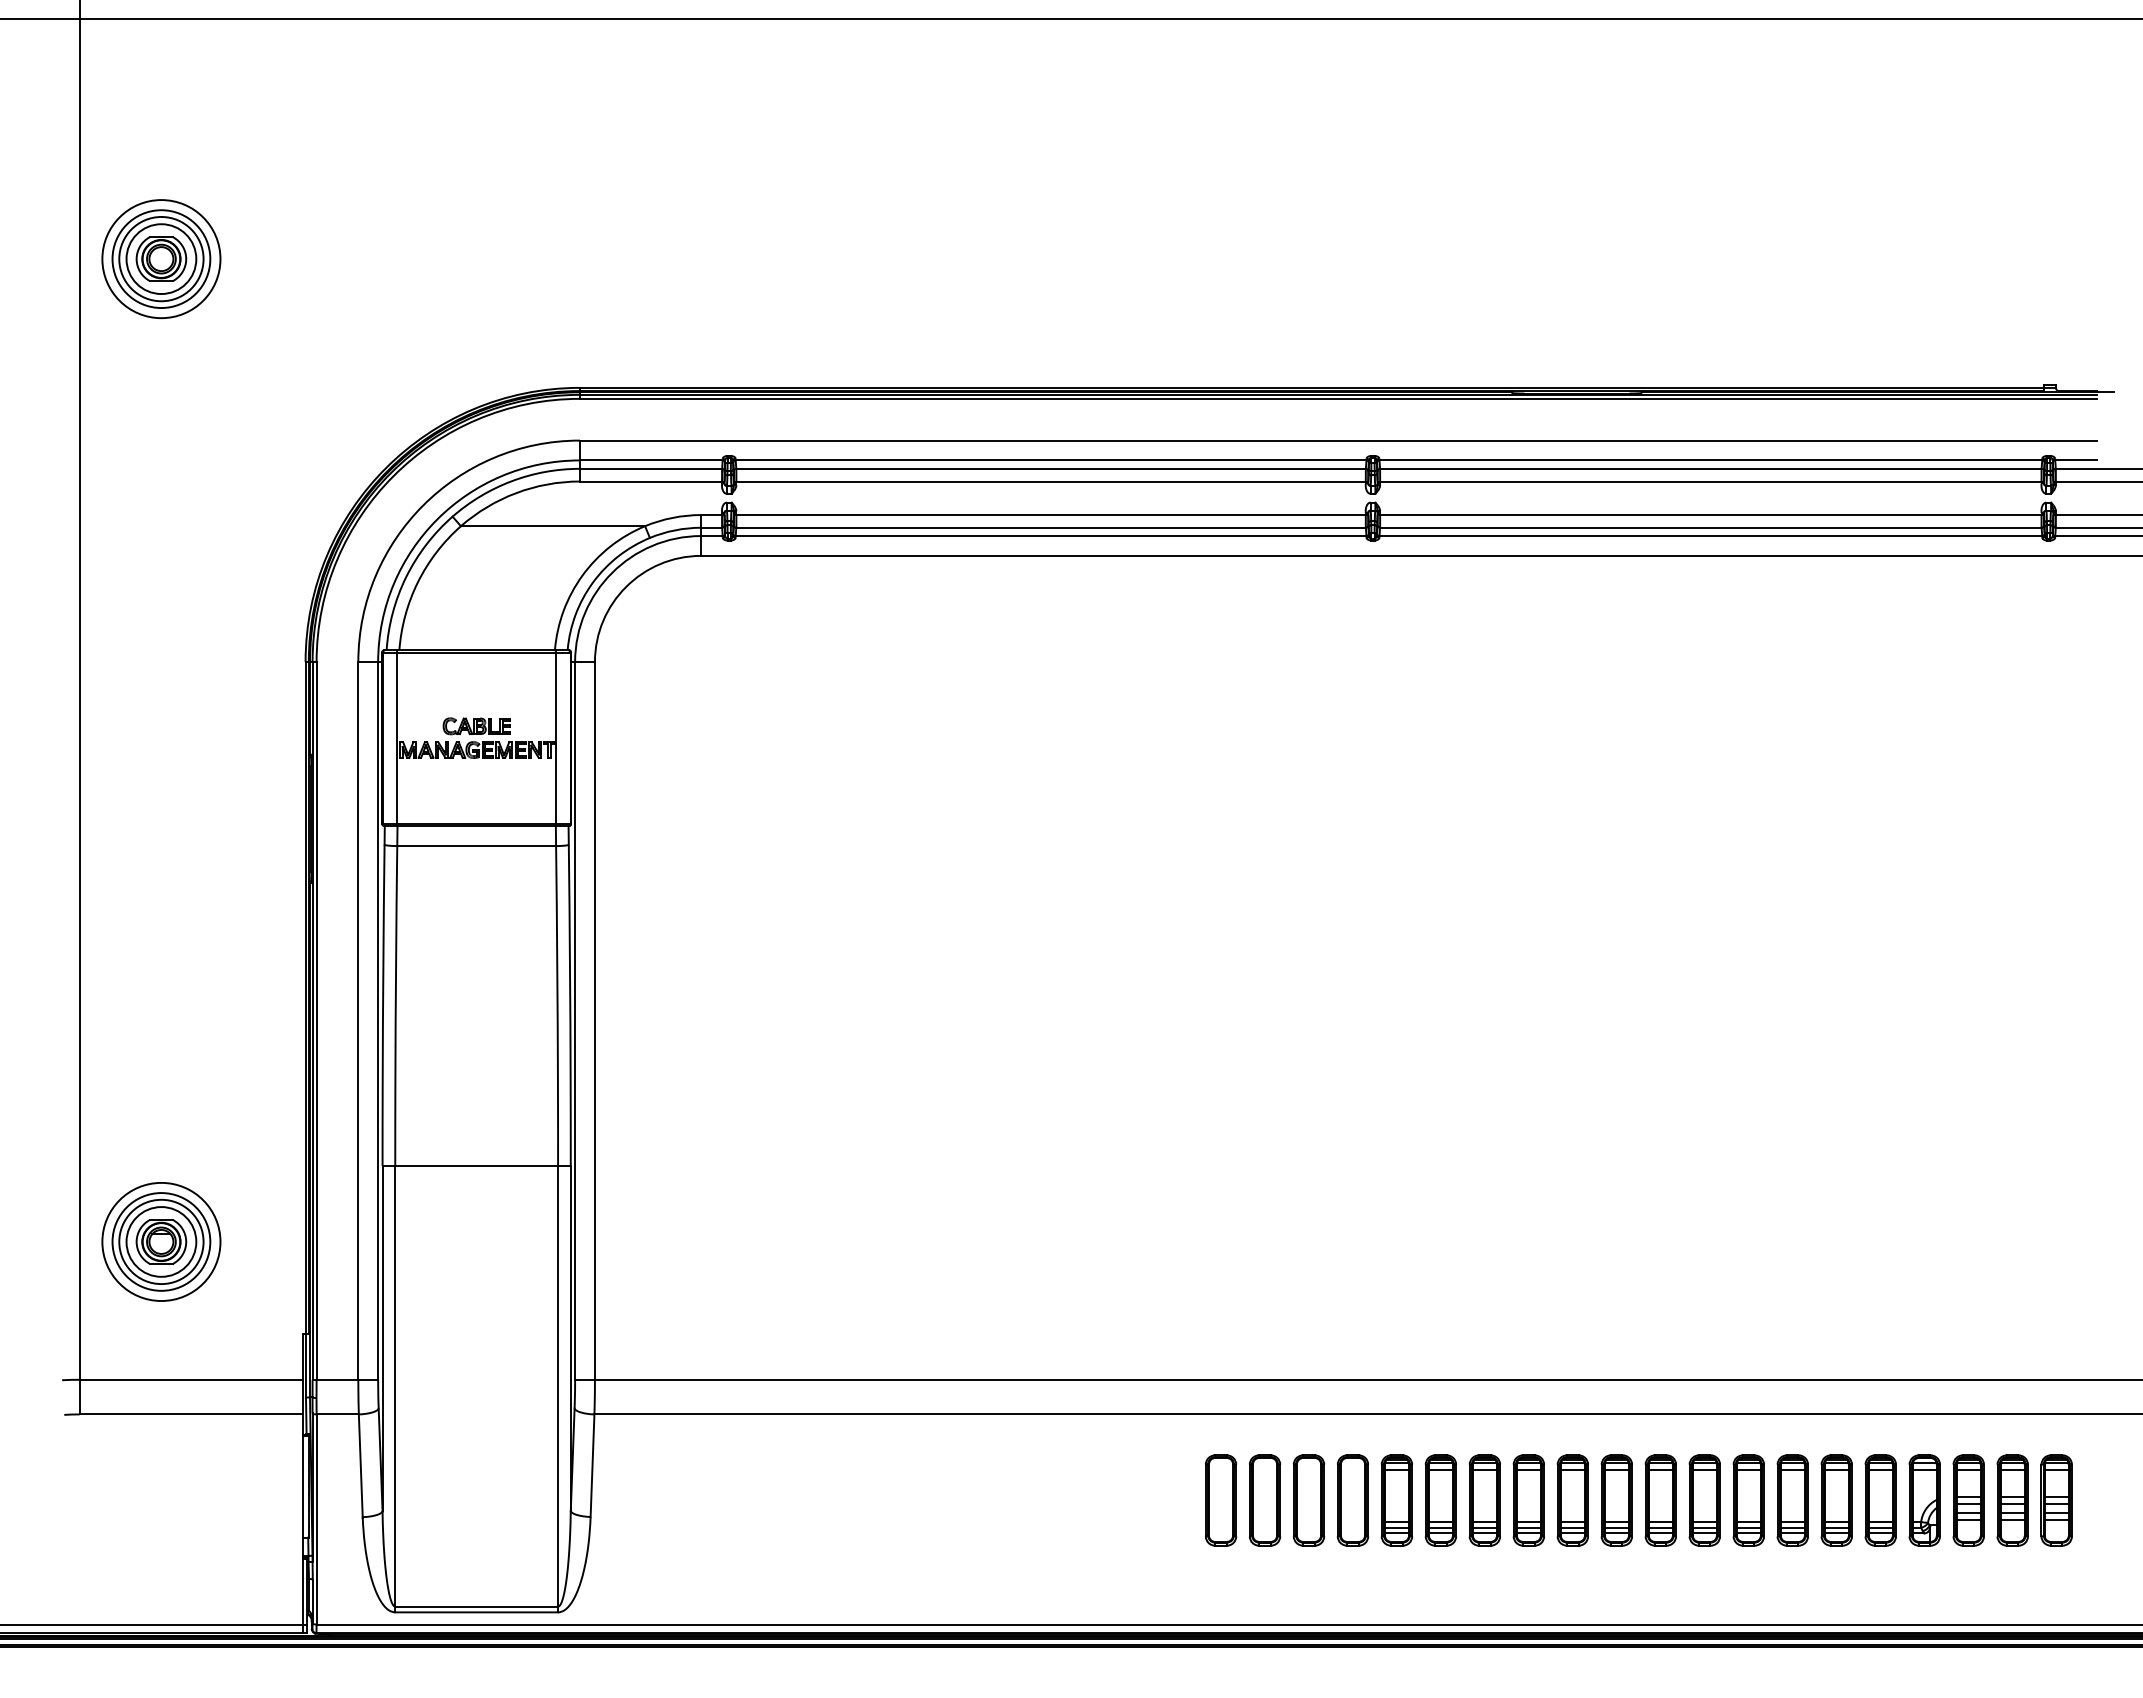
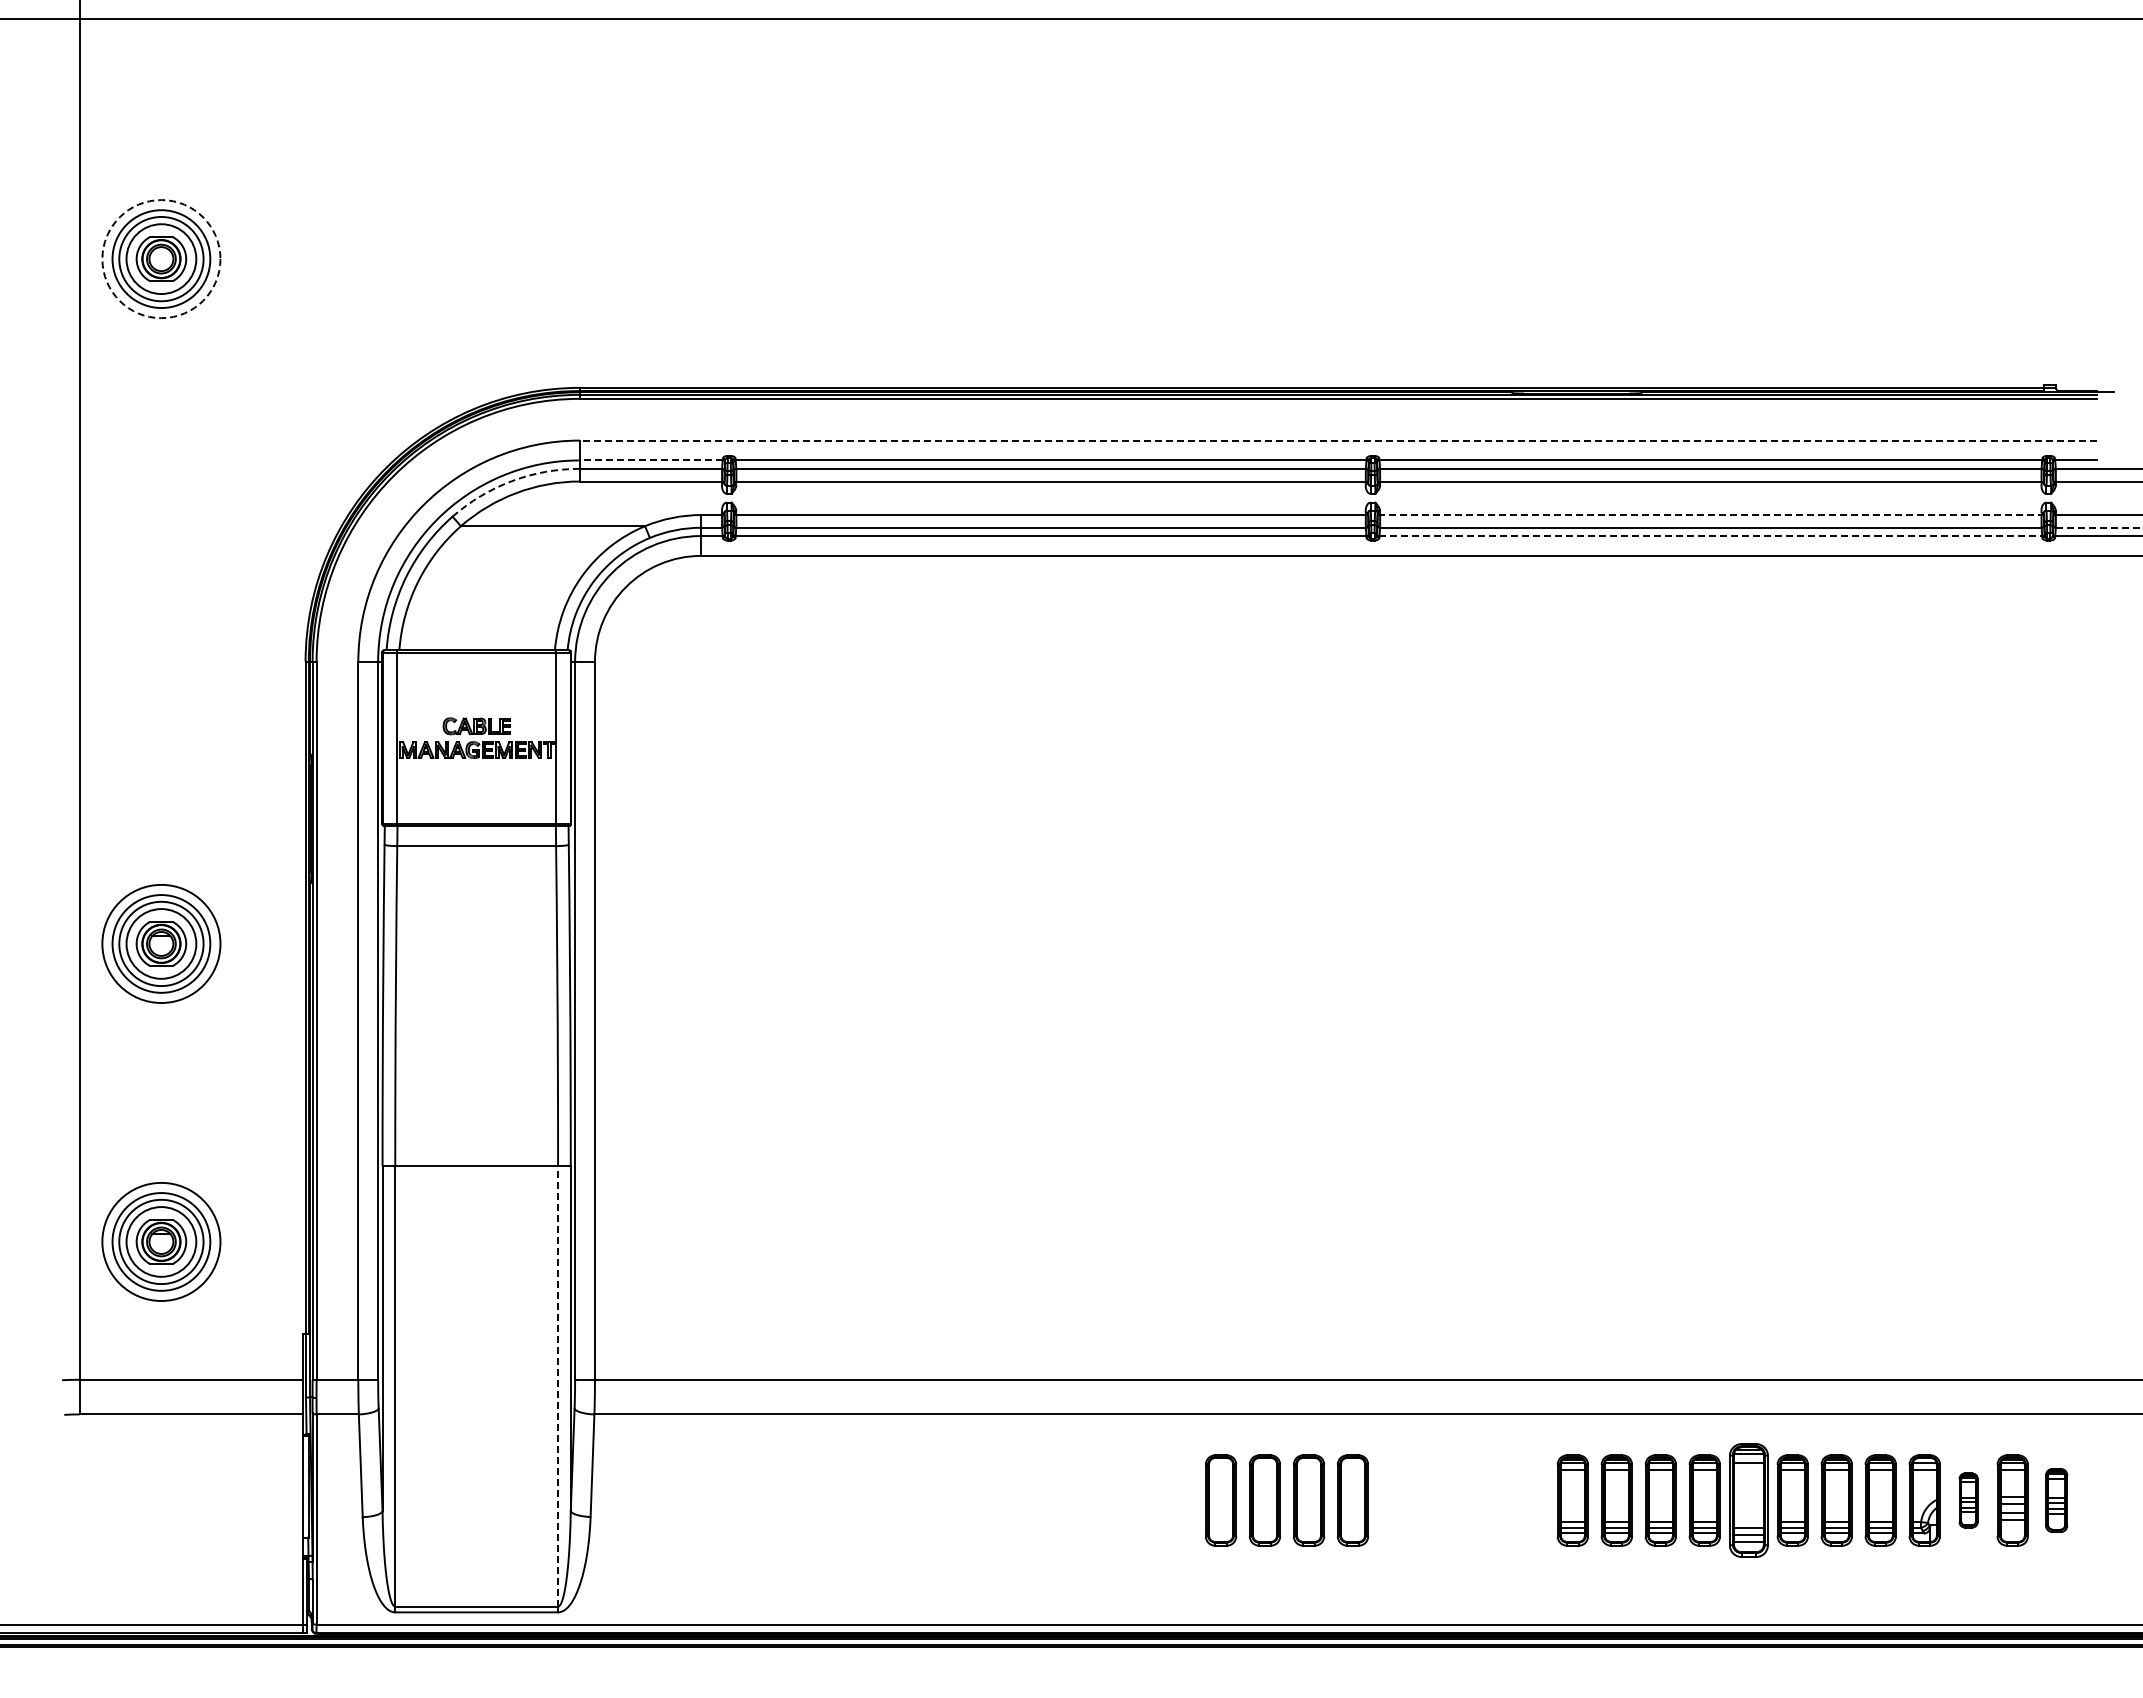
circle at (161, 259): solid -> dashed
line at (1338, 440): solid -> dashed
line at (650, 460): solid -> dashed
arc at (511, 481): solid -> dashed
line at (1711, 515): solid -> dashed
line at (2099, 527): solid -> dashed
line at (1711, 536): solid -> dashed
part at (161, 943): none -> present
line at (558, 1385): solid -> dashed
part at (1396, 1500): present -> none
part at (1440, 1500): present -> none
part at (1484, 1500): present -> none
part at (1528, 1500): present -> none
part at (1748, 1500) size: 33x93 px -> 40x115 px
part at (1968, 1500) size: 33x93 px -> 21x57 px
part at (2056, 1500) size: 33x93 px -> 24x65 px
